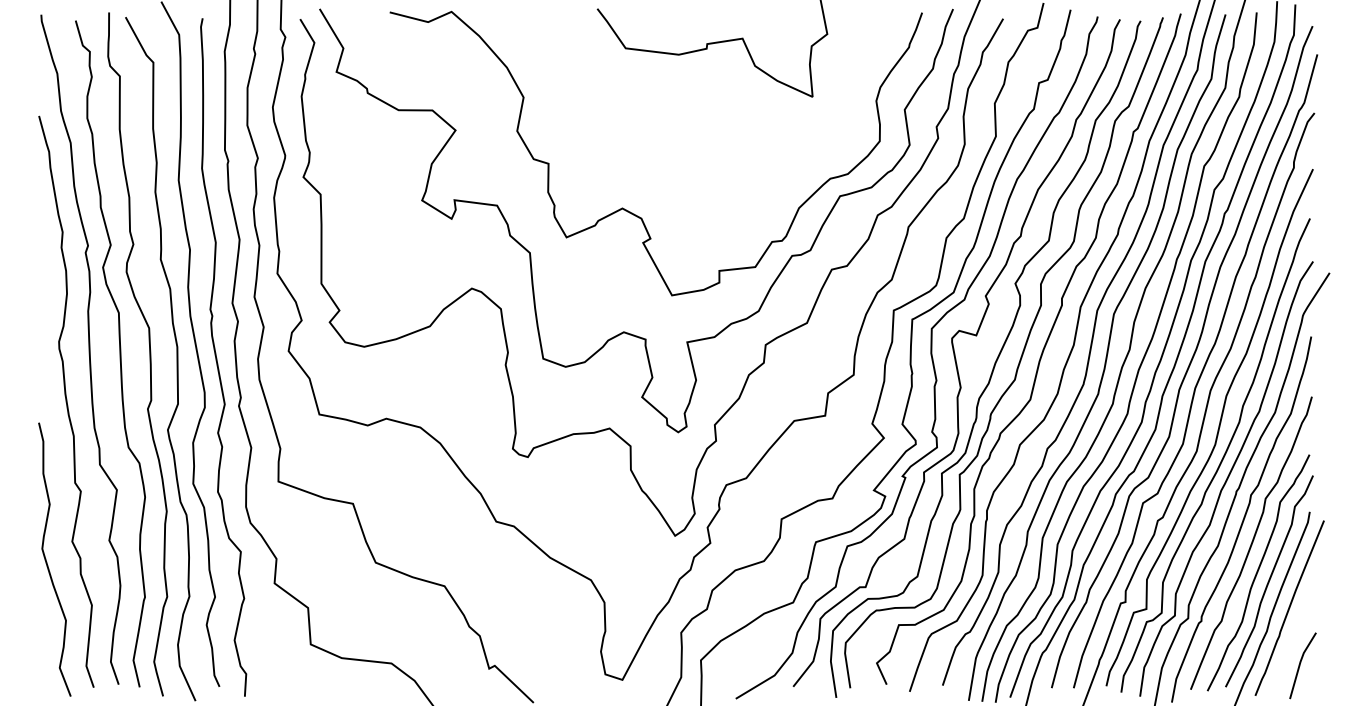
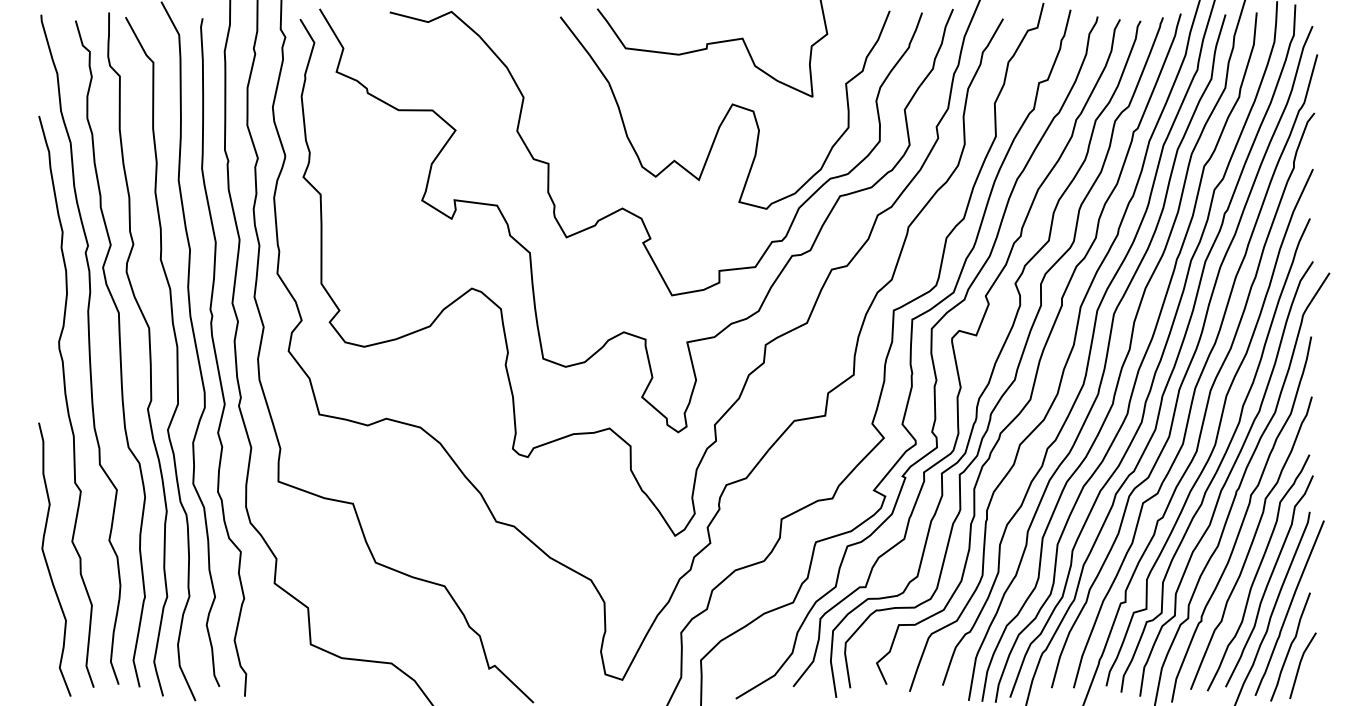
curve at (727, 111): none -> present
curve at (1290, 646): none -> present
